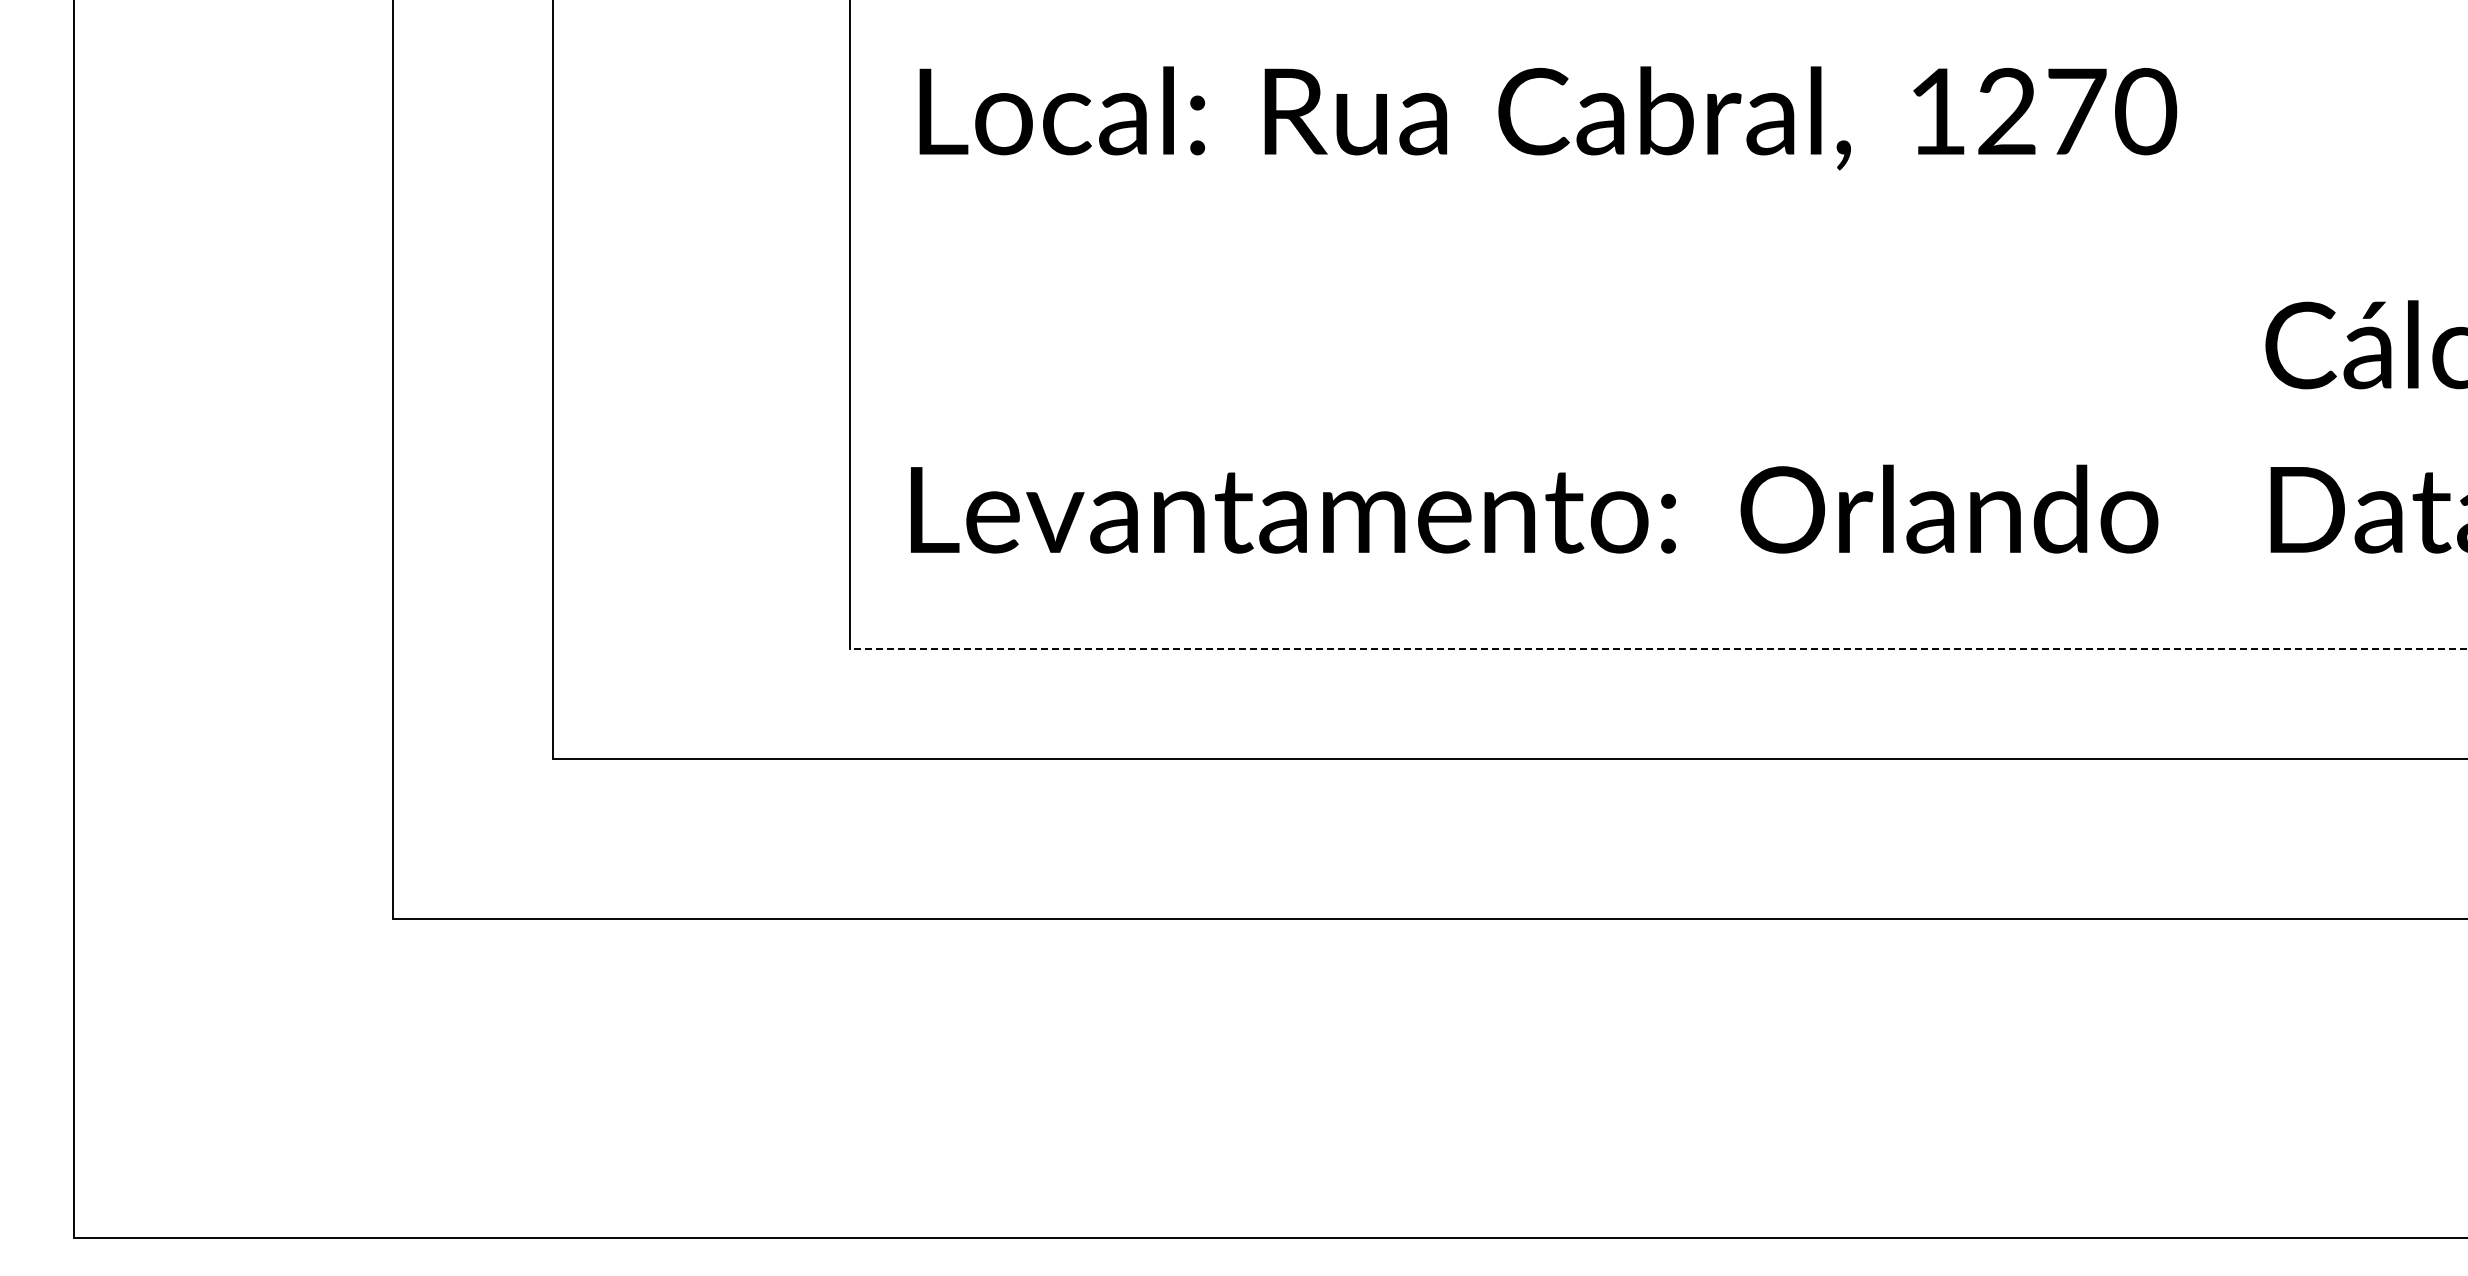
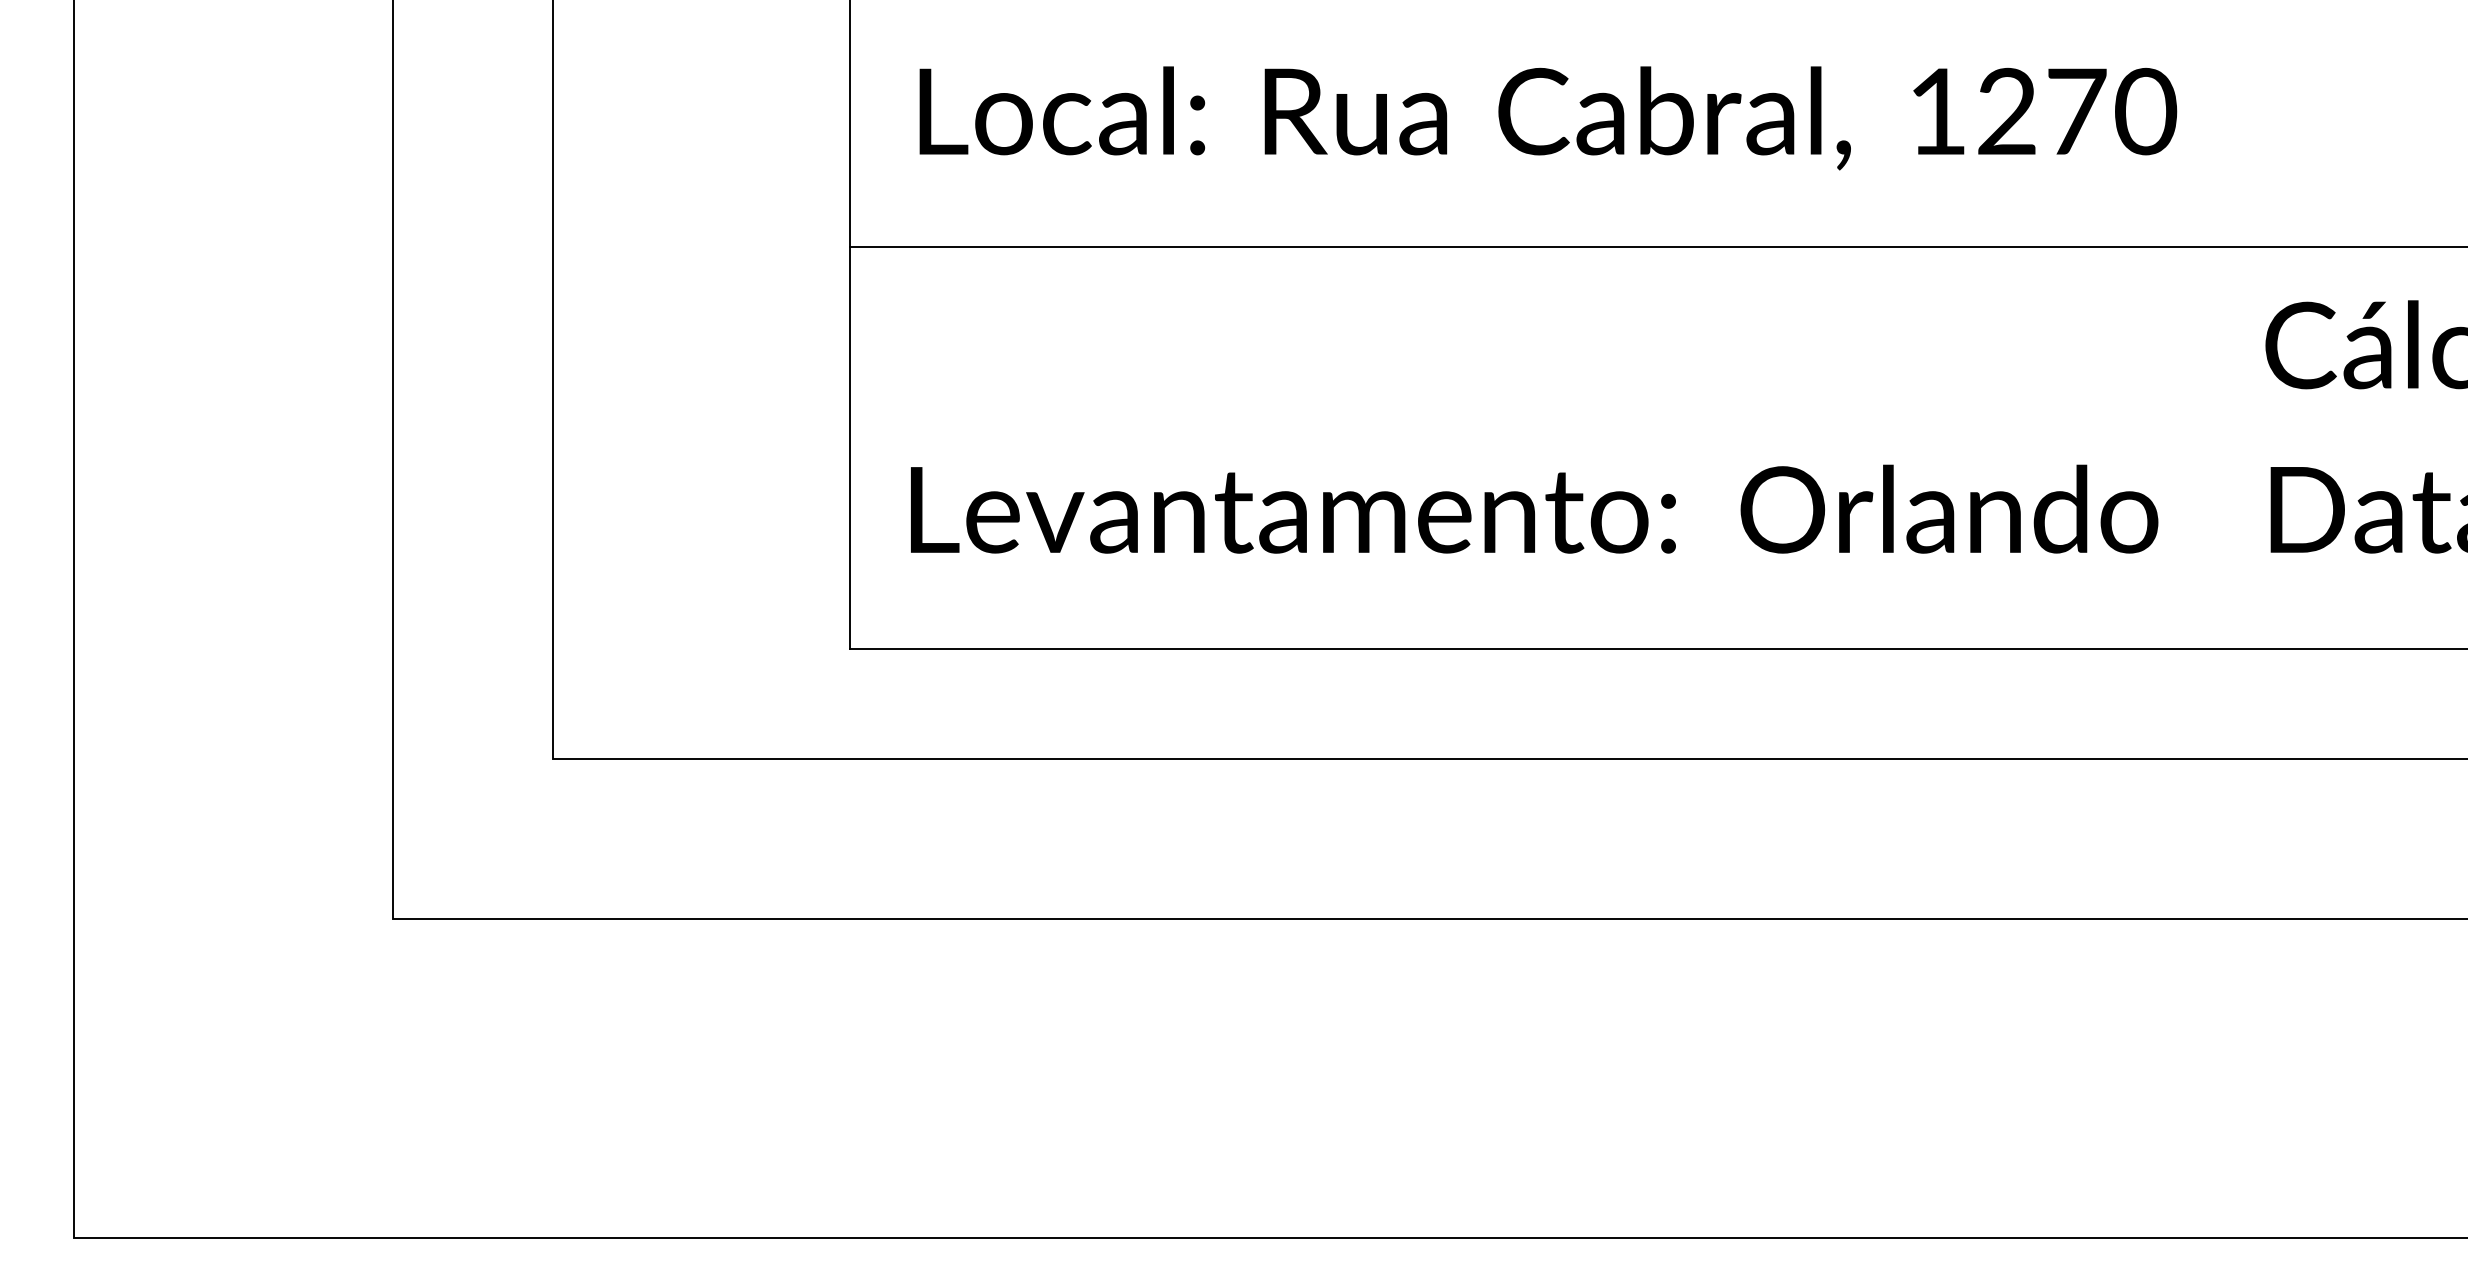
line at (1657, 246): none -> present
line at (1658, 649): dashed -> solid
